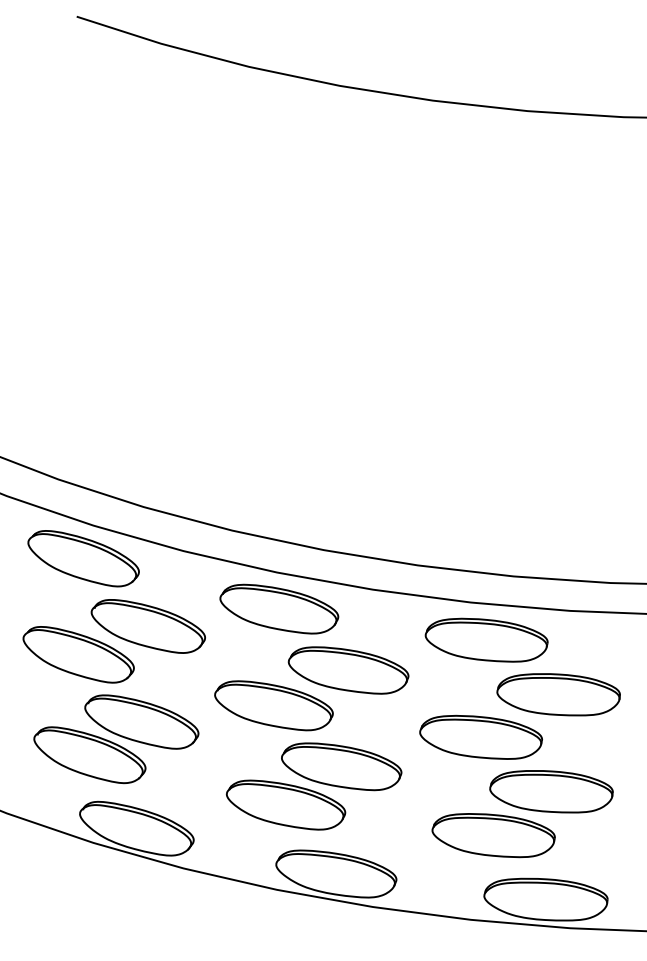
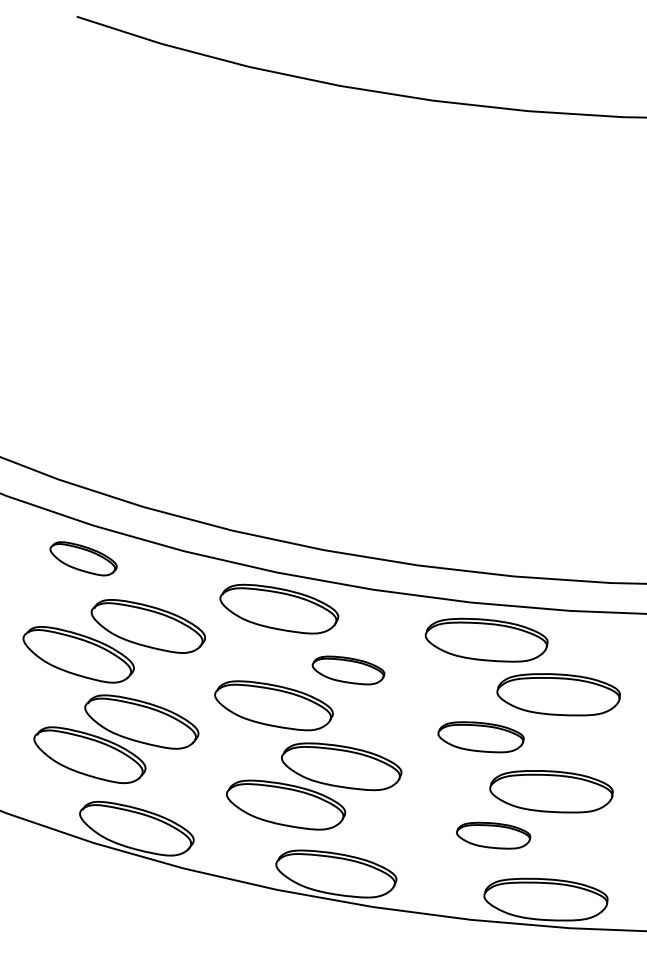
part at (83, 558) size: 113x58 px -> 69x36 px
part at (348, 670) size: 123x49 px -> 75x31 px
part at (480, 736) size: 124x46 px -> 88x33 px
part at (493, 835) size: 125x46 px -> 76x29 px
